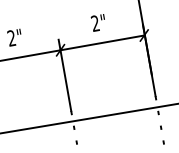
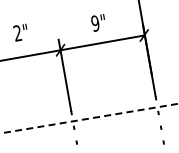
text at (94, 23): 2" -> 9"
text at (14, 37) position: (14, 37) -> (20, 32)
line at (88, 118): solid -> dashed
